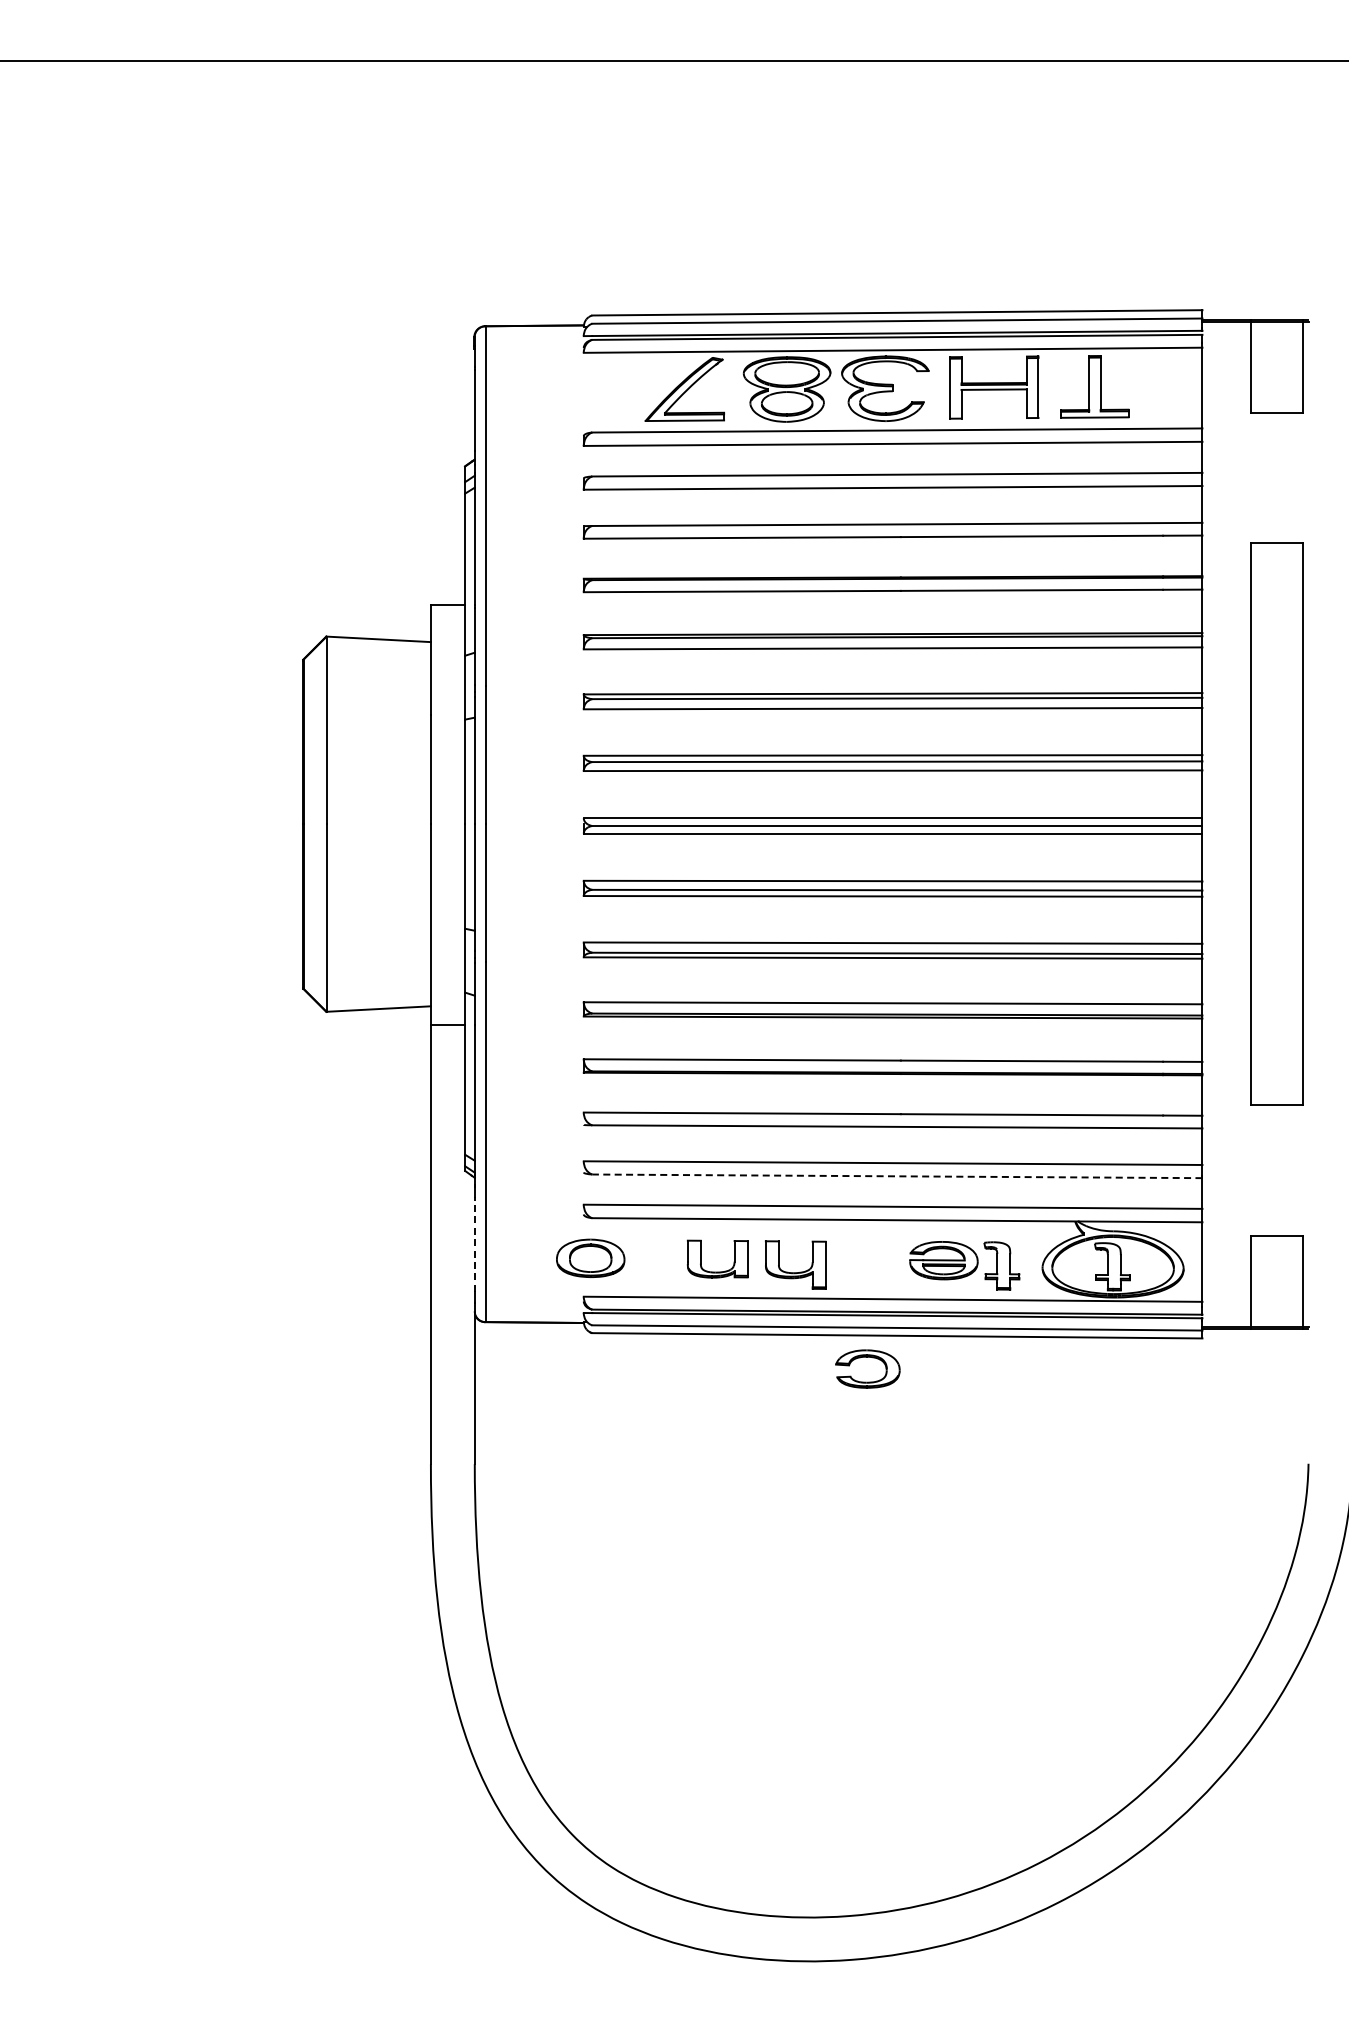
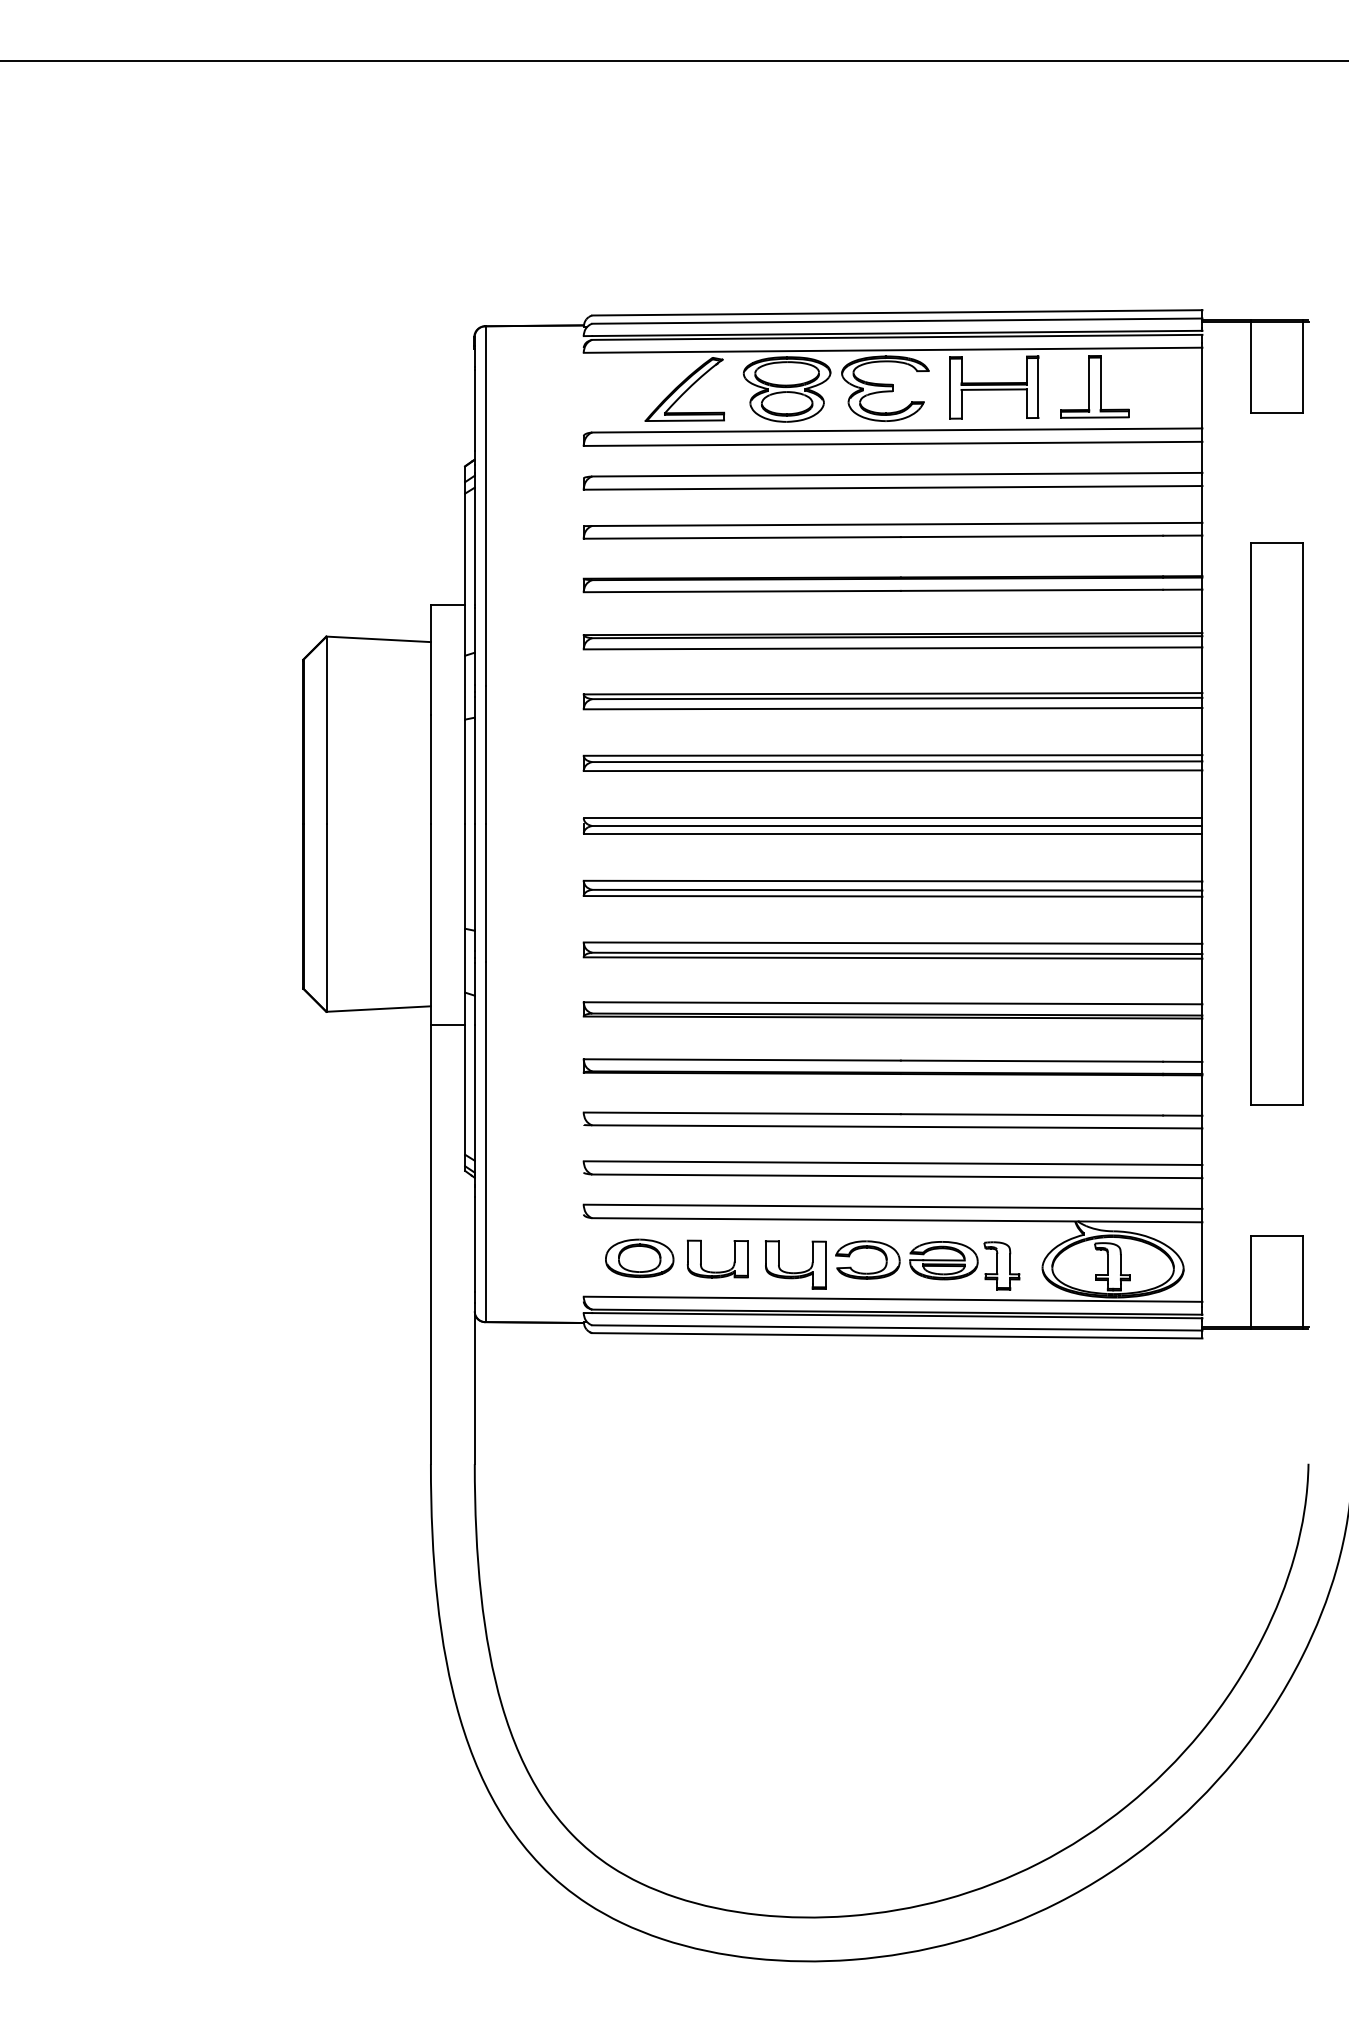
line at (896, 1176): dashed -> solid
line at (474, 1244): dashed -> solid
part at (590, 1257) position: (590, 1257) -> (639, 1257)
part at (867, 1357) position: (867, 1357) -> (867, 1248)
